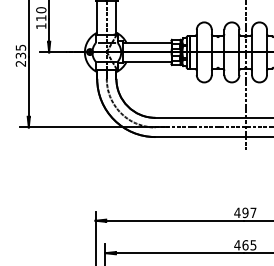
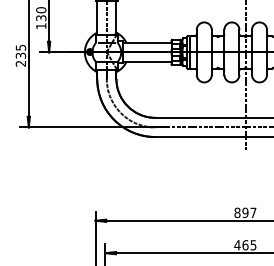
text at (41, 18): 110 -> 130
text at (237, 212): 497 -> 897
